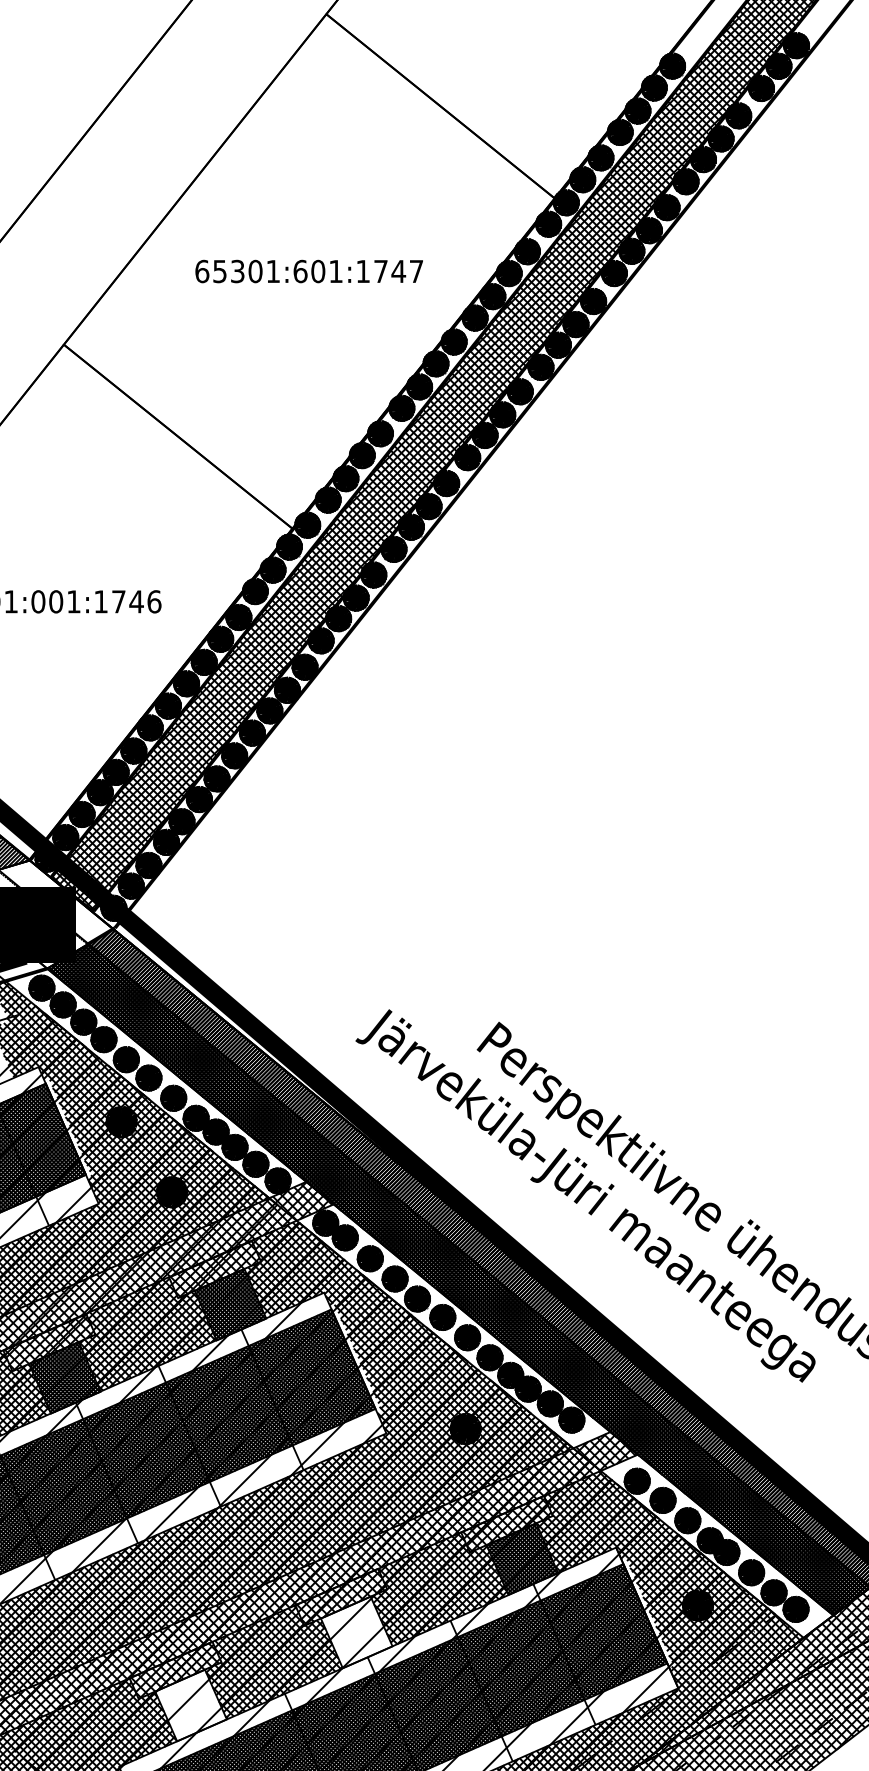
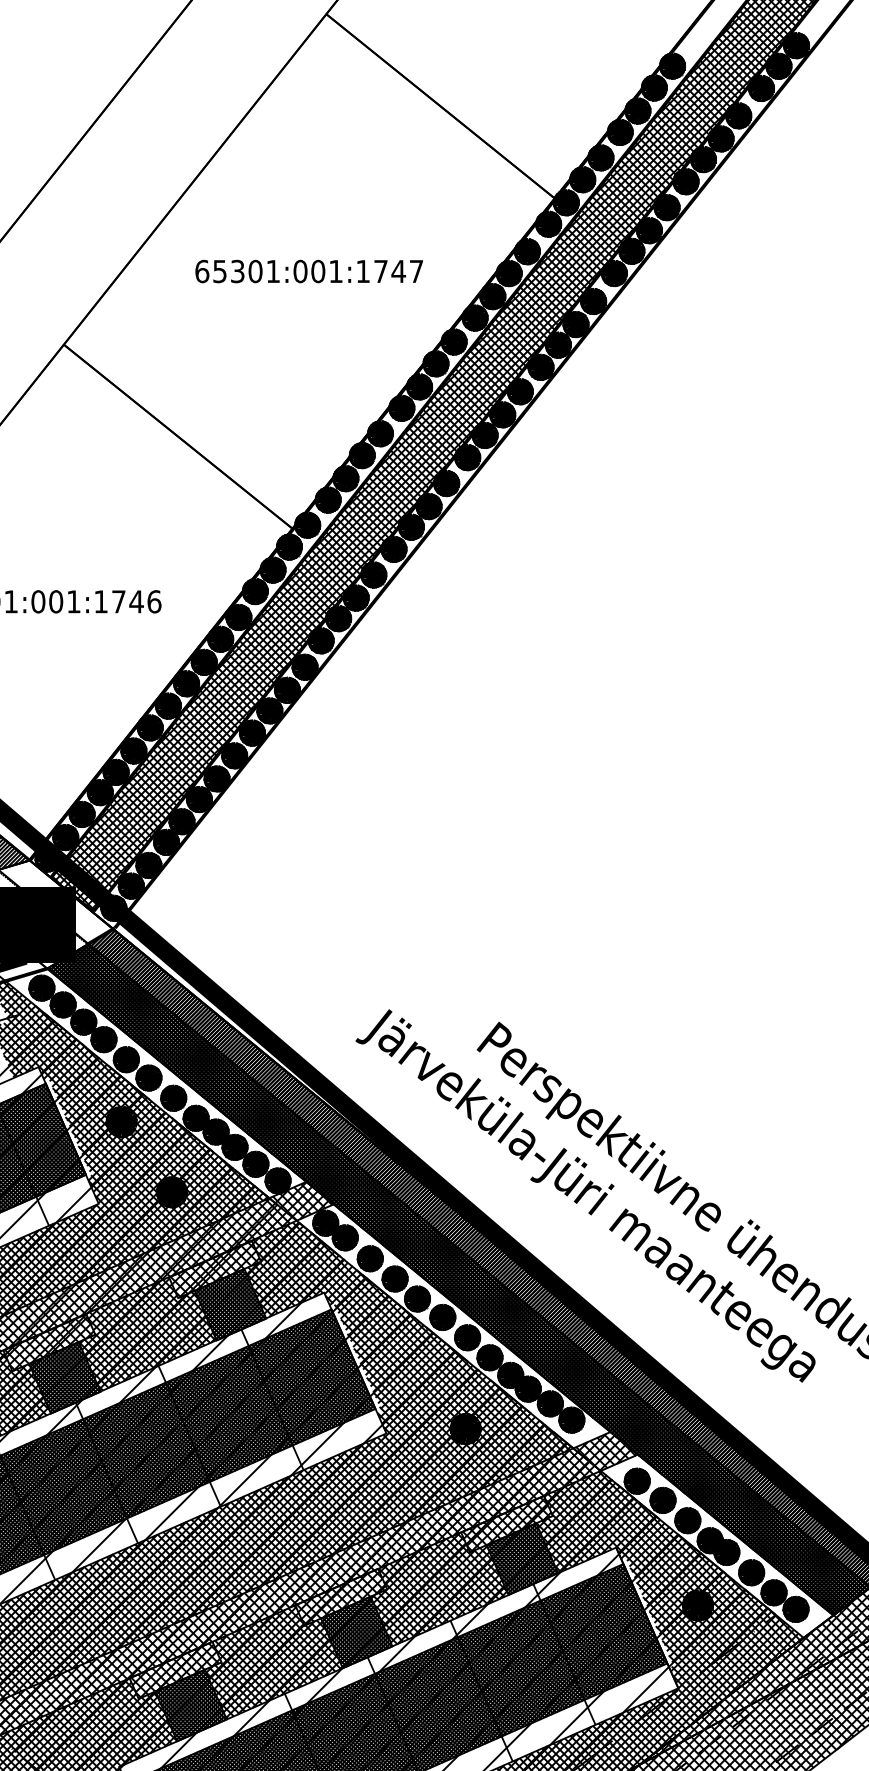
text at (300, 270): 65301:601:1747 -> 65301:001:1747
hatch at (356, 1631): none -> present
hatch at (190, 1704): none -> present
